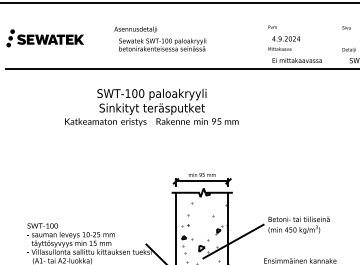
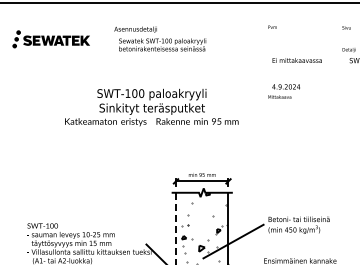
part at (44, 38) position: (44, 38) -> (50, 39)
text at (283, 43) position: (283, 43) -> (283, 91)
line at (181, 69): present -> none
line at (176, 228): solid -> dashed
